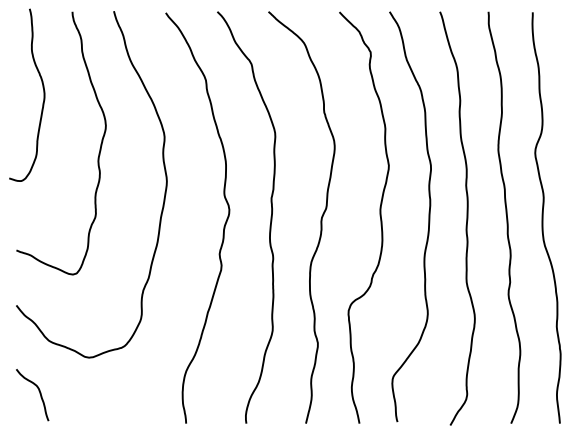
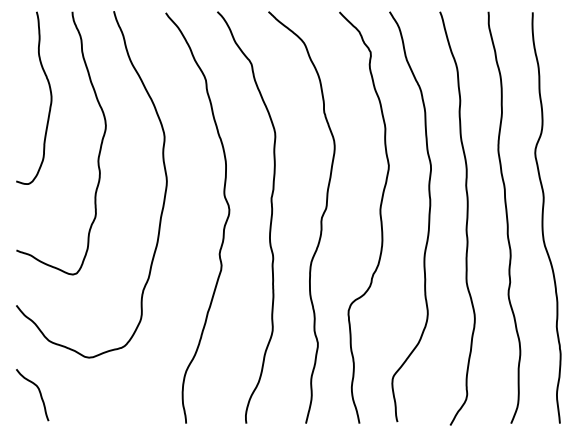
curve at (43, 94) position: (43, 94) -> (50, 97)
